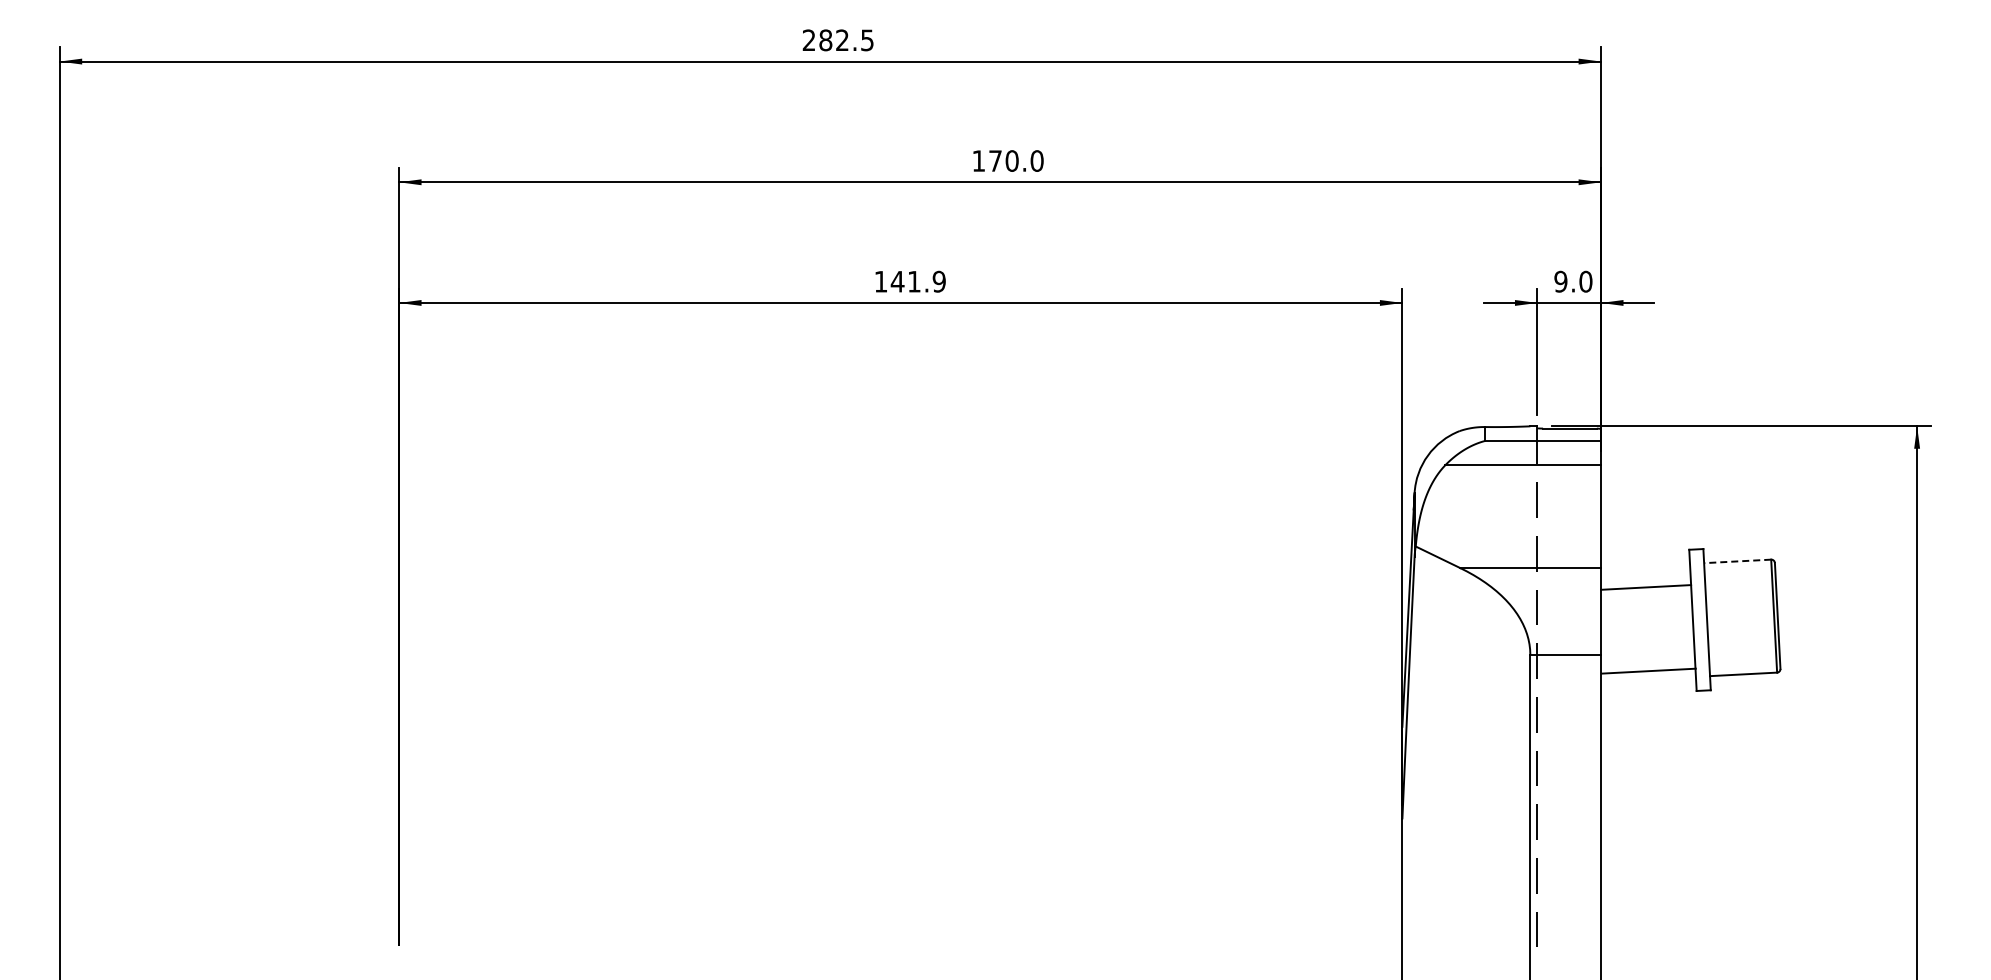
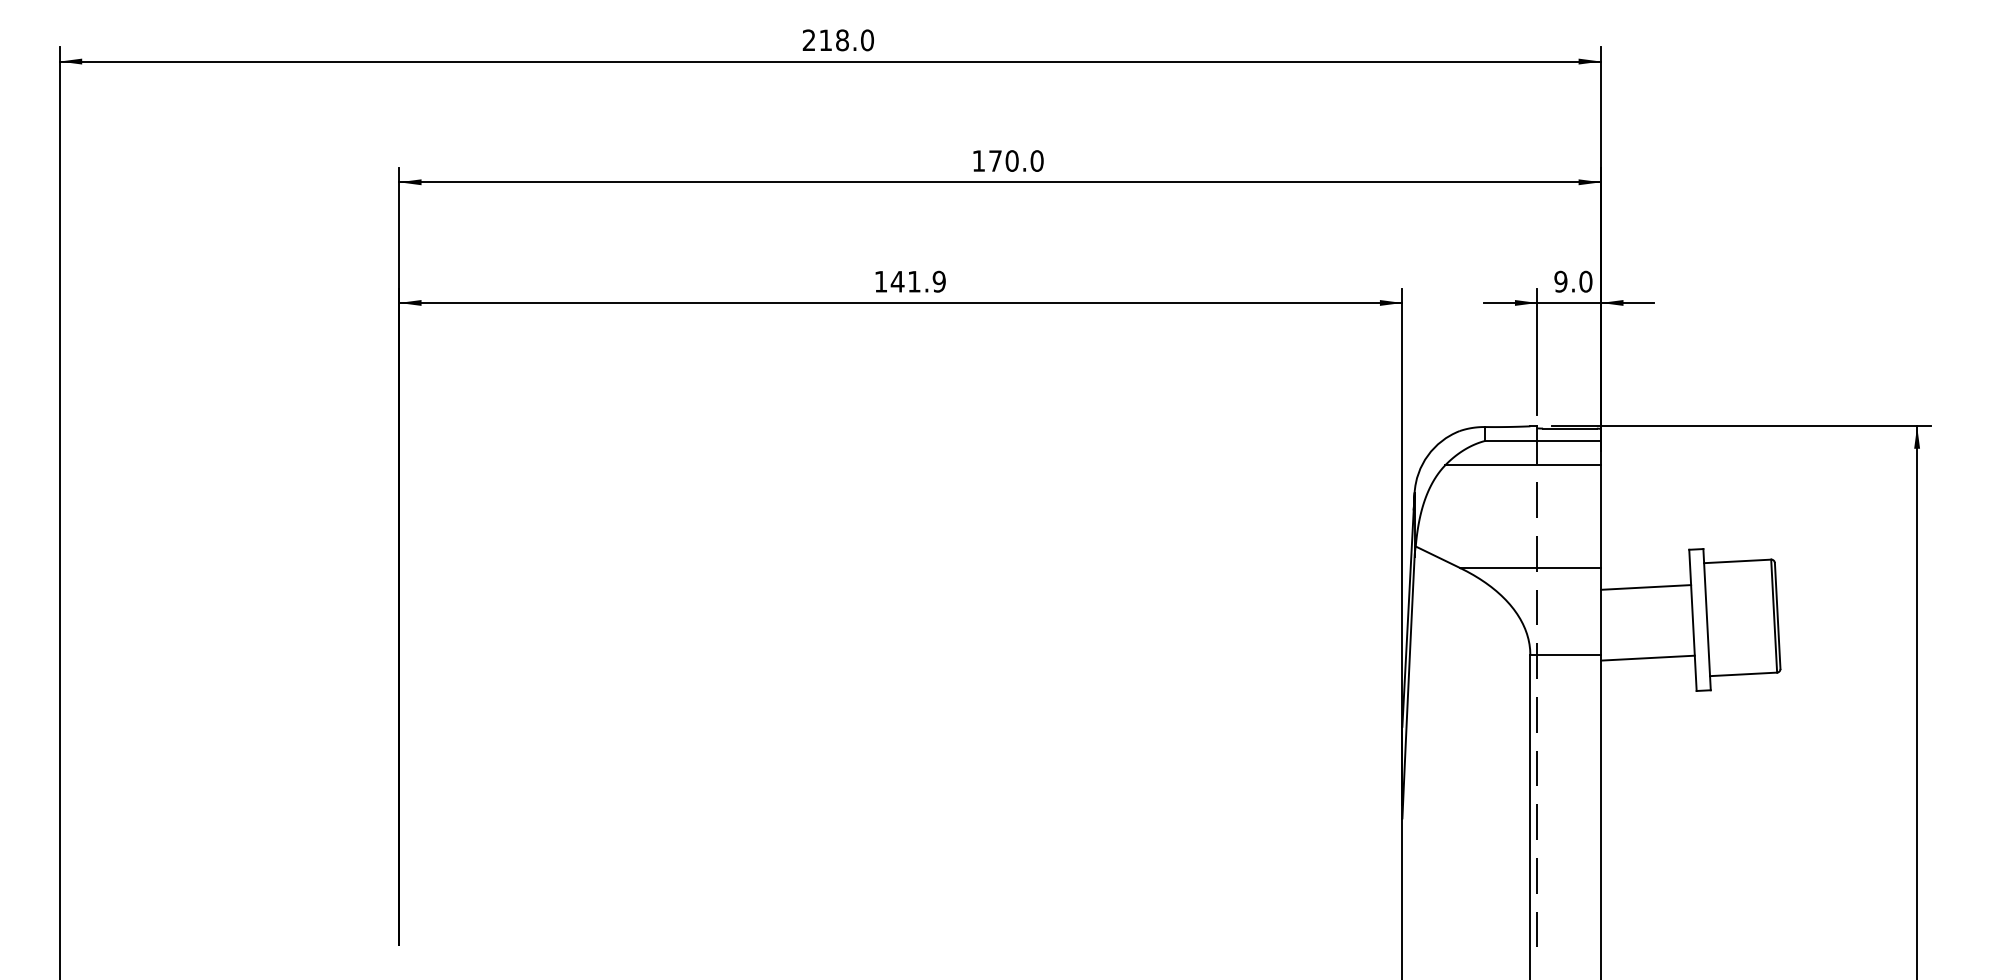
text at (846, 40): 282.5 -> 218.0
line at (1737, 561): dashed -> solid
line at (1648, 670) position: (1648, 670) -> (1647, 657)
